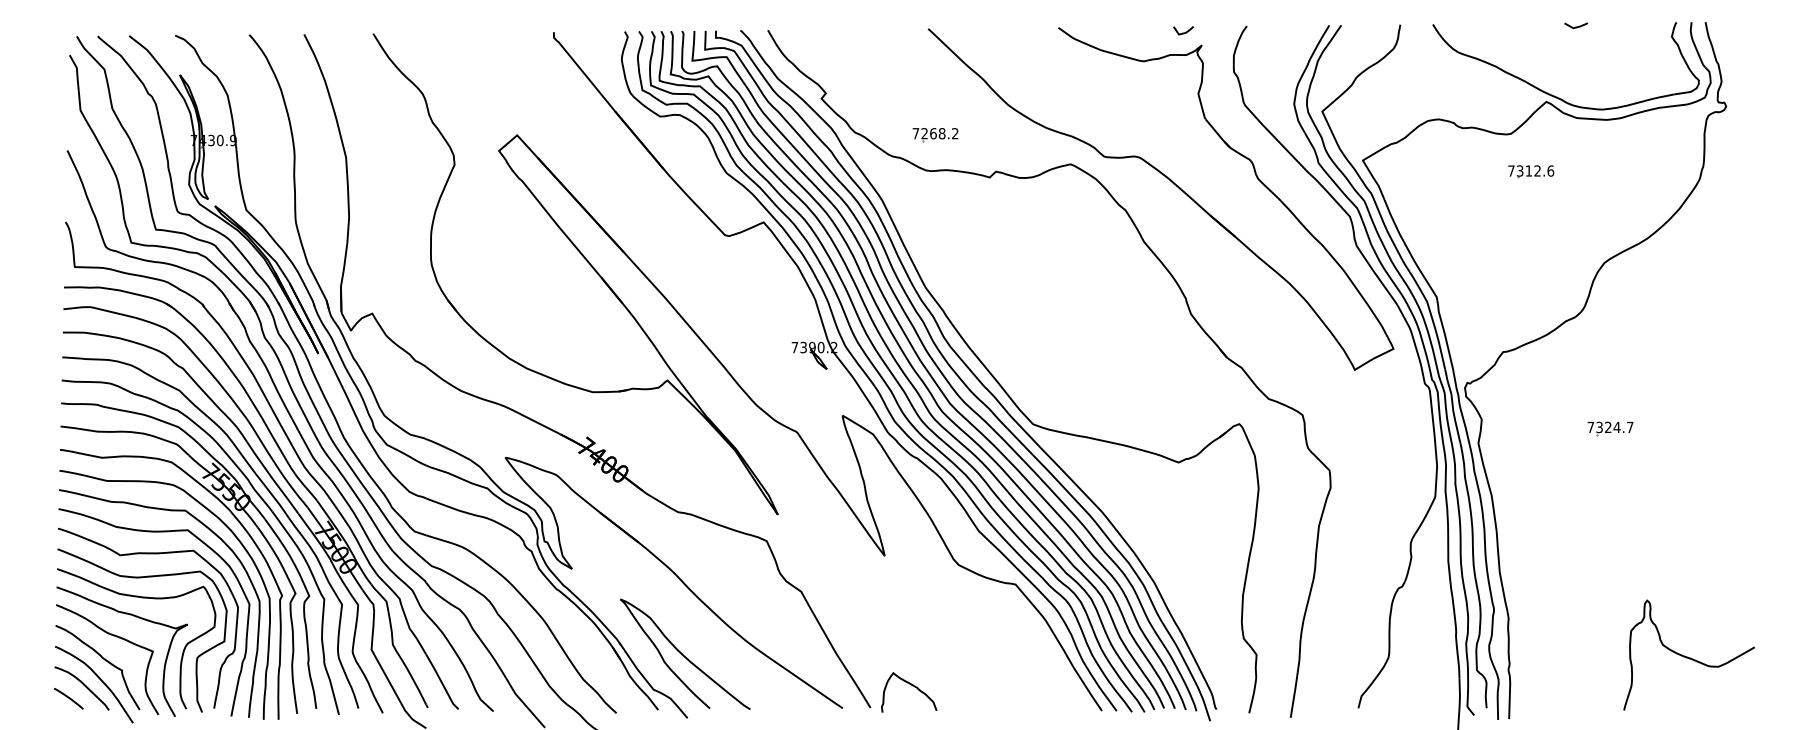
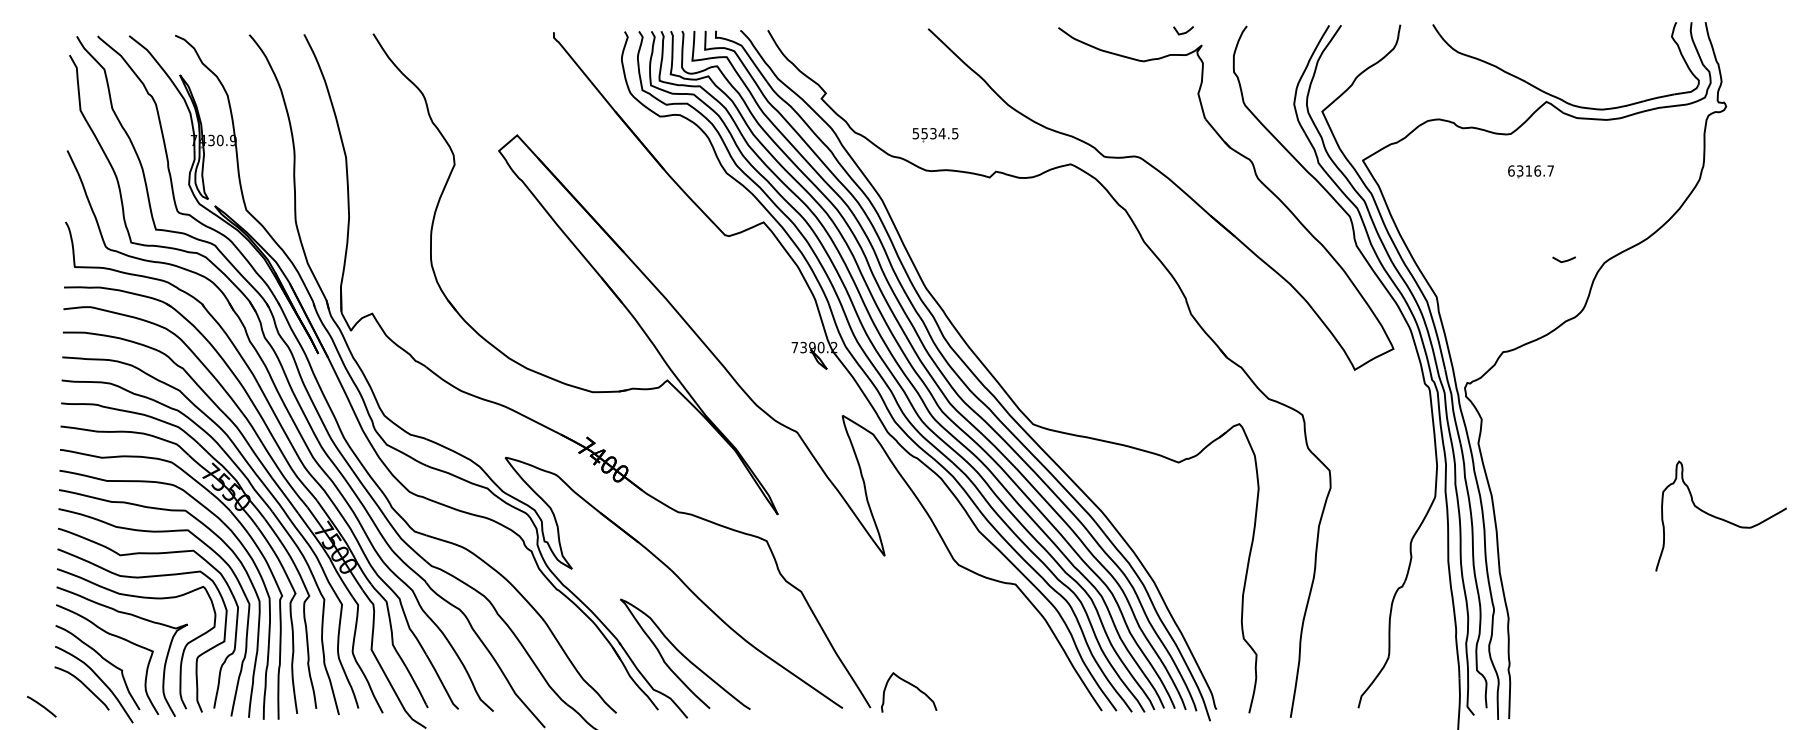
curve at (1575, 26) position: (1575, 26) -> (1563, 260)
text at (935, 133): 7268.2 -> 5534.5
text at (1531, 170): 7312.6 -> 6316.7
part at (1610, 428): present -> none
curve at (1687, 656) position: (1687, 656) -> (1719, 517)
line at (68, 698) position: (68, 698) -> (41, 706)
